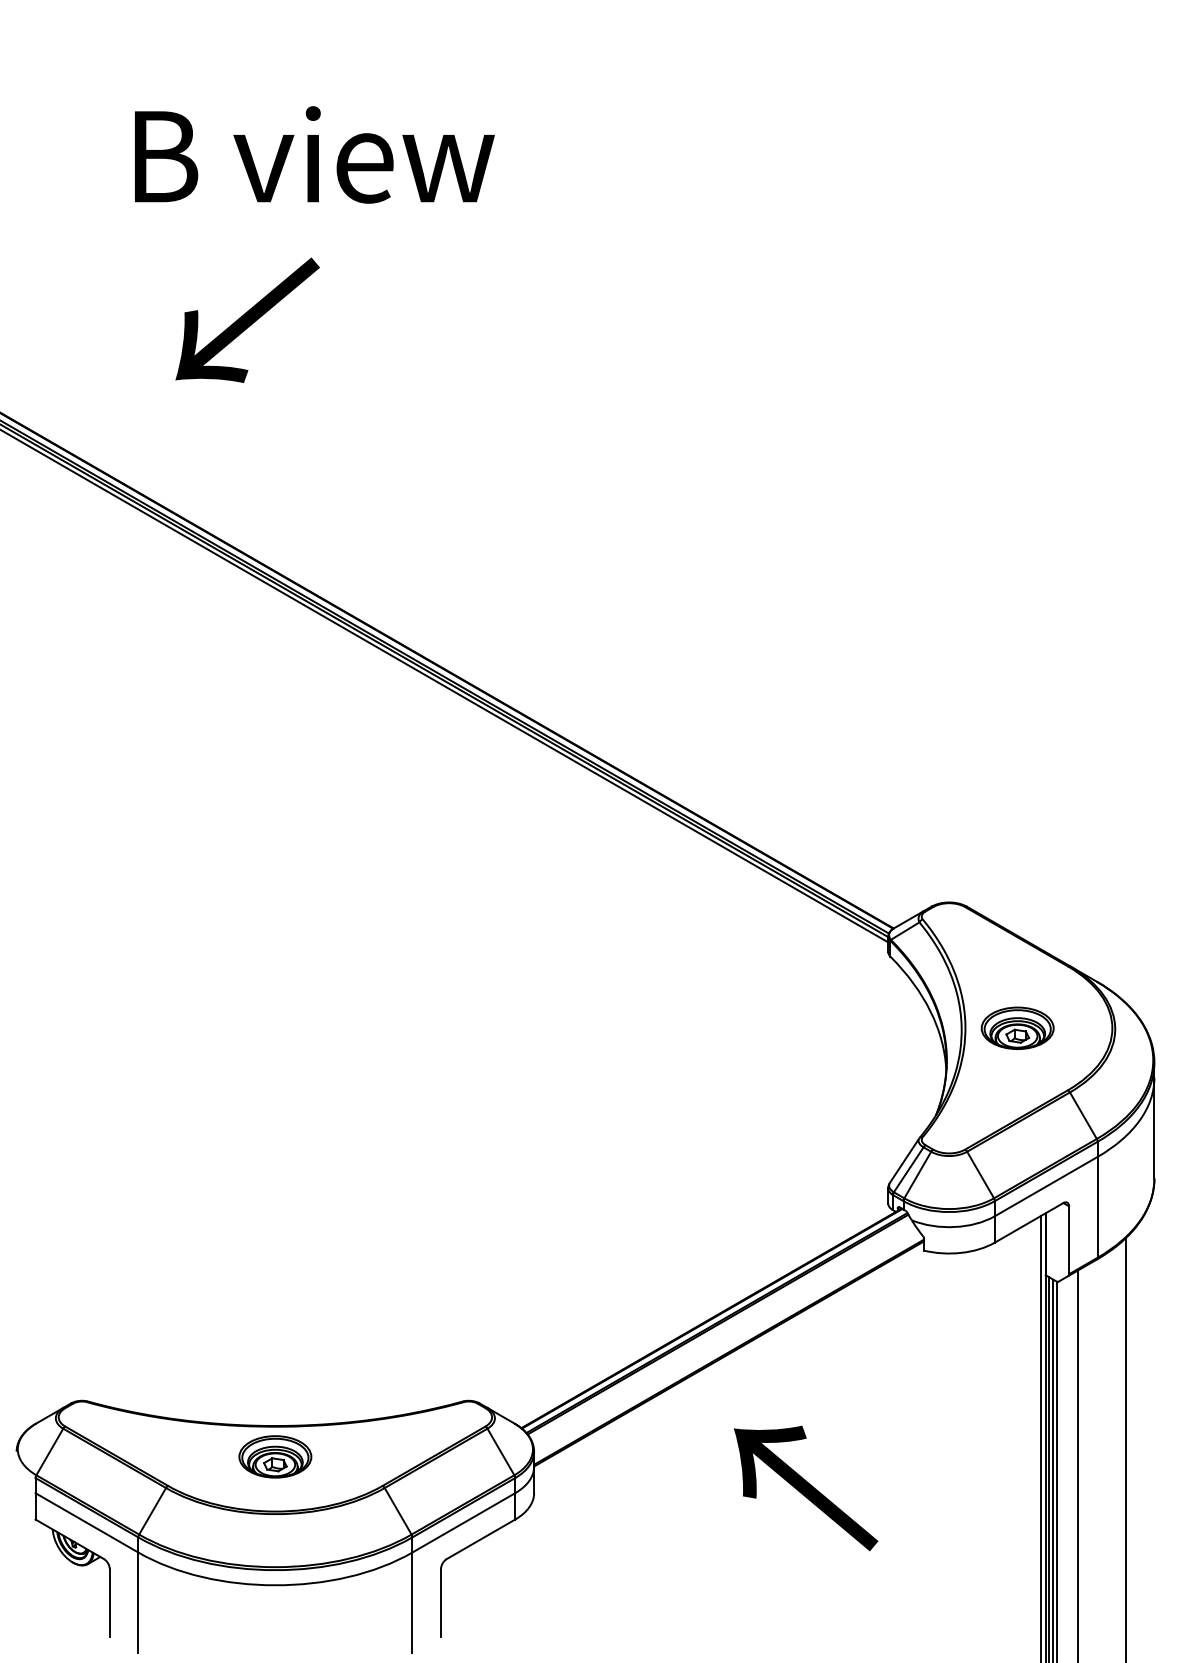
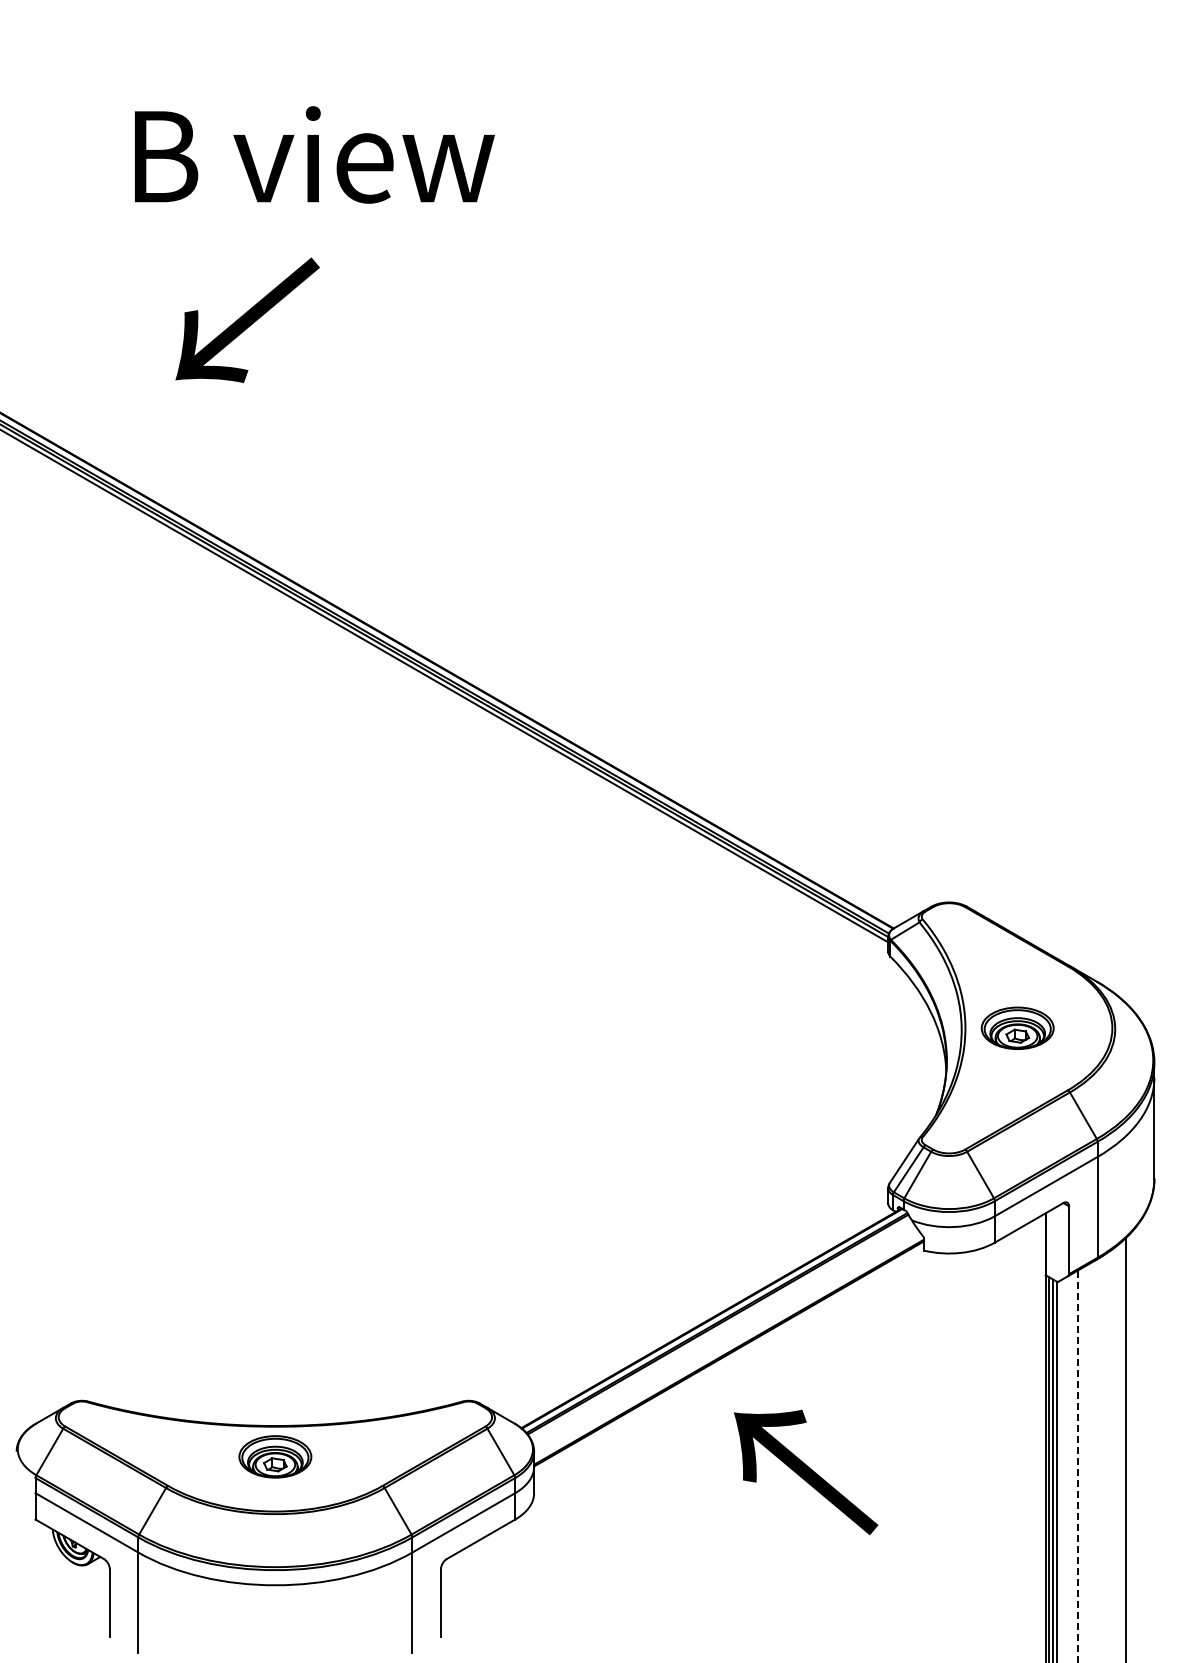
line at (1040, 1437): present -> none
line at (1077, 1466): solid -> dashed
text at (806, 1488) position: (806, 1488) -> (806, 1472)
